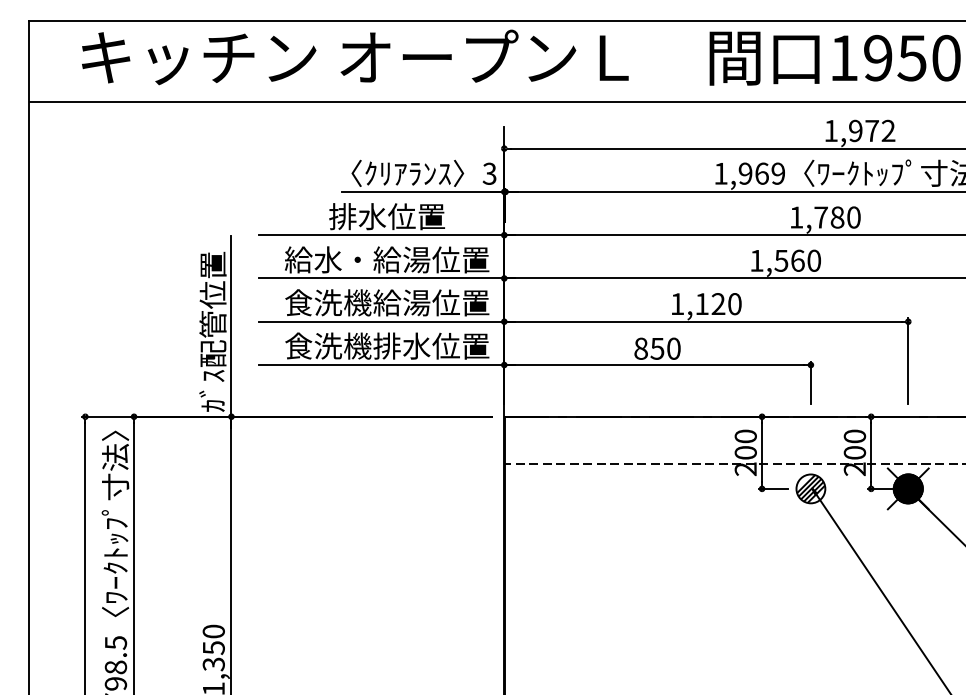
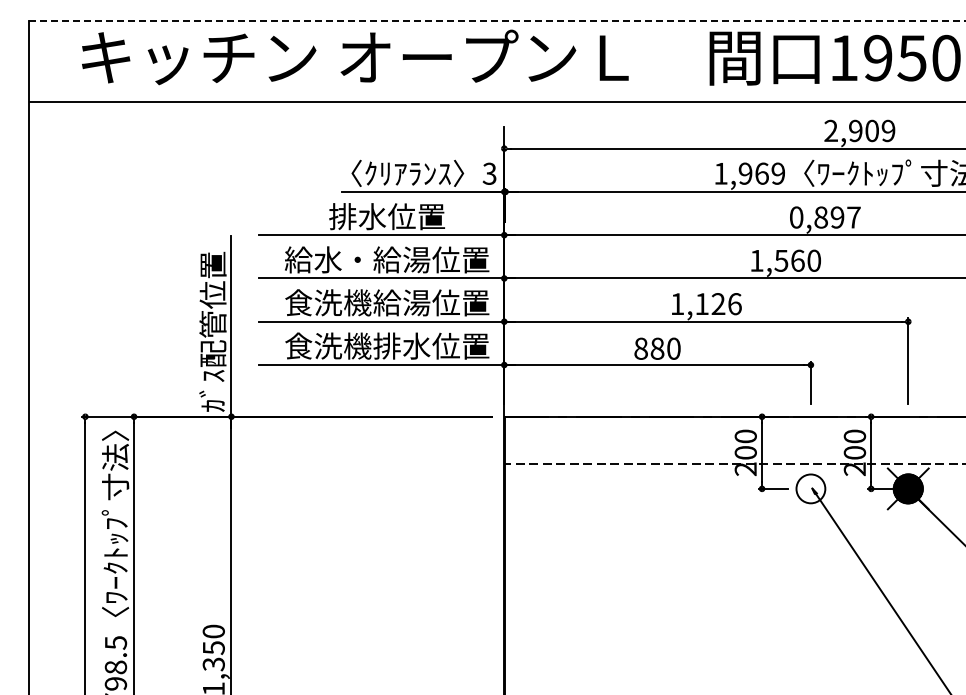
line at (497, 20): solid -> dashed
text at (859, 130): 1,972 -> 2,909
text at (825, 217): 1,780 -> 0,897
text at (734, 304): 1,120 -> 1,126
text at (657, 348): 850 -> 880
hatch at (810, 488): present -> none
